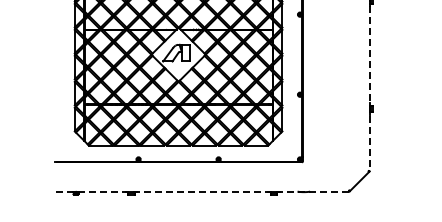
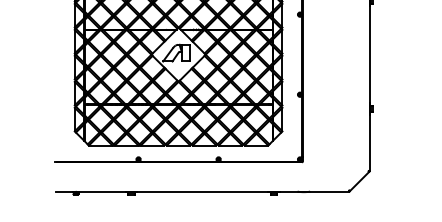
line at (369, 86): dashed -> solid
line at (202, 191): dashed -> solid
